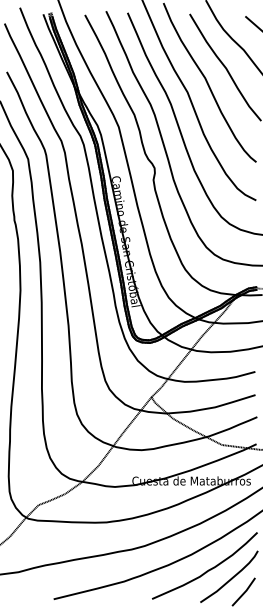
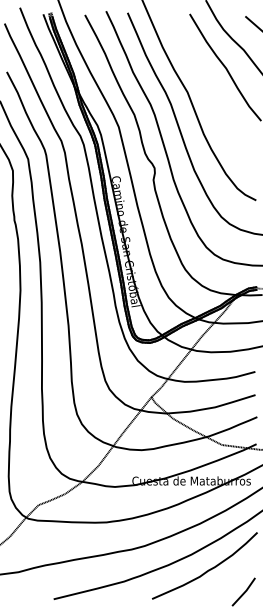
part at (209, 82): present -> none
curve at (231, 577): present -> none
